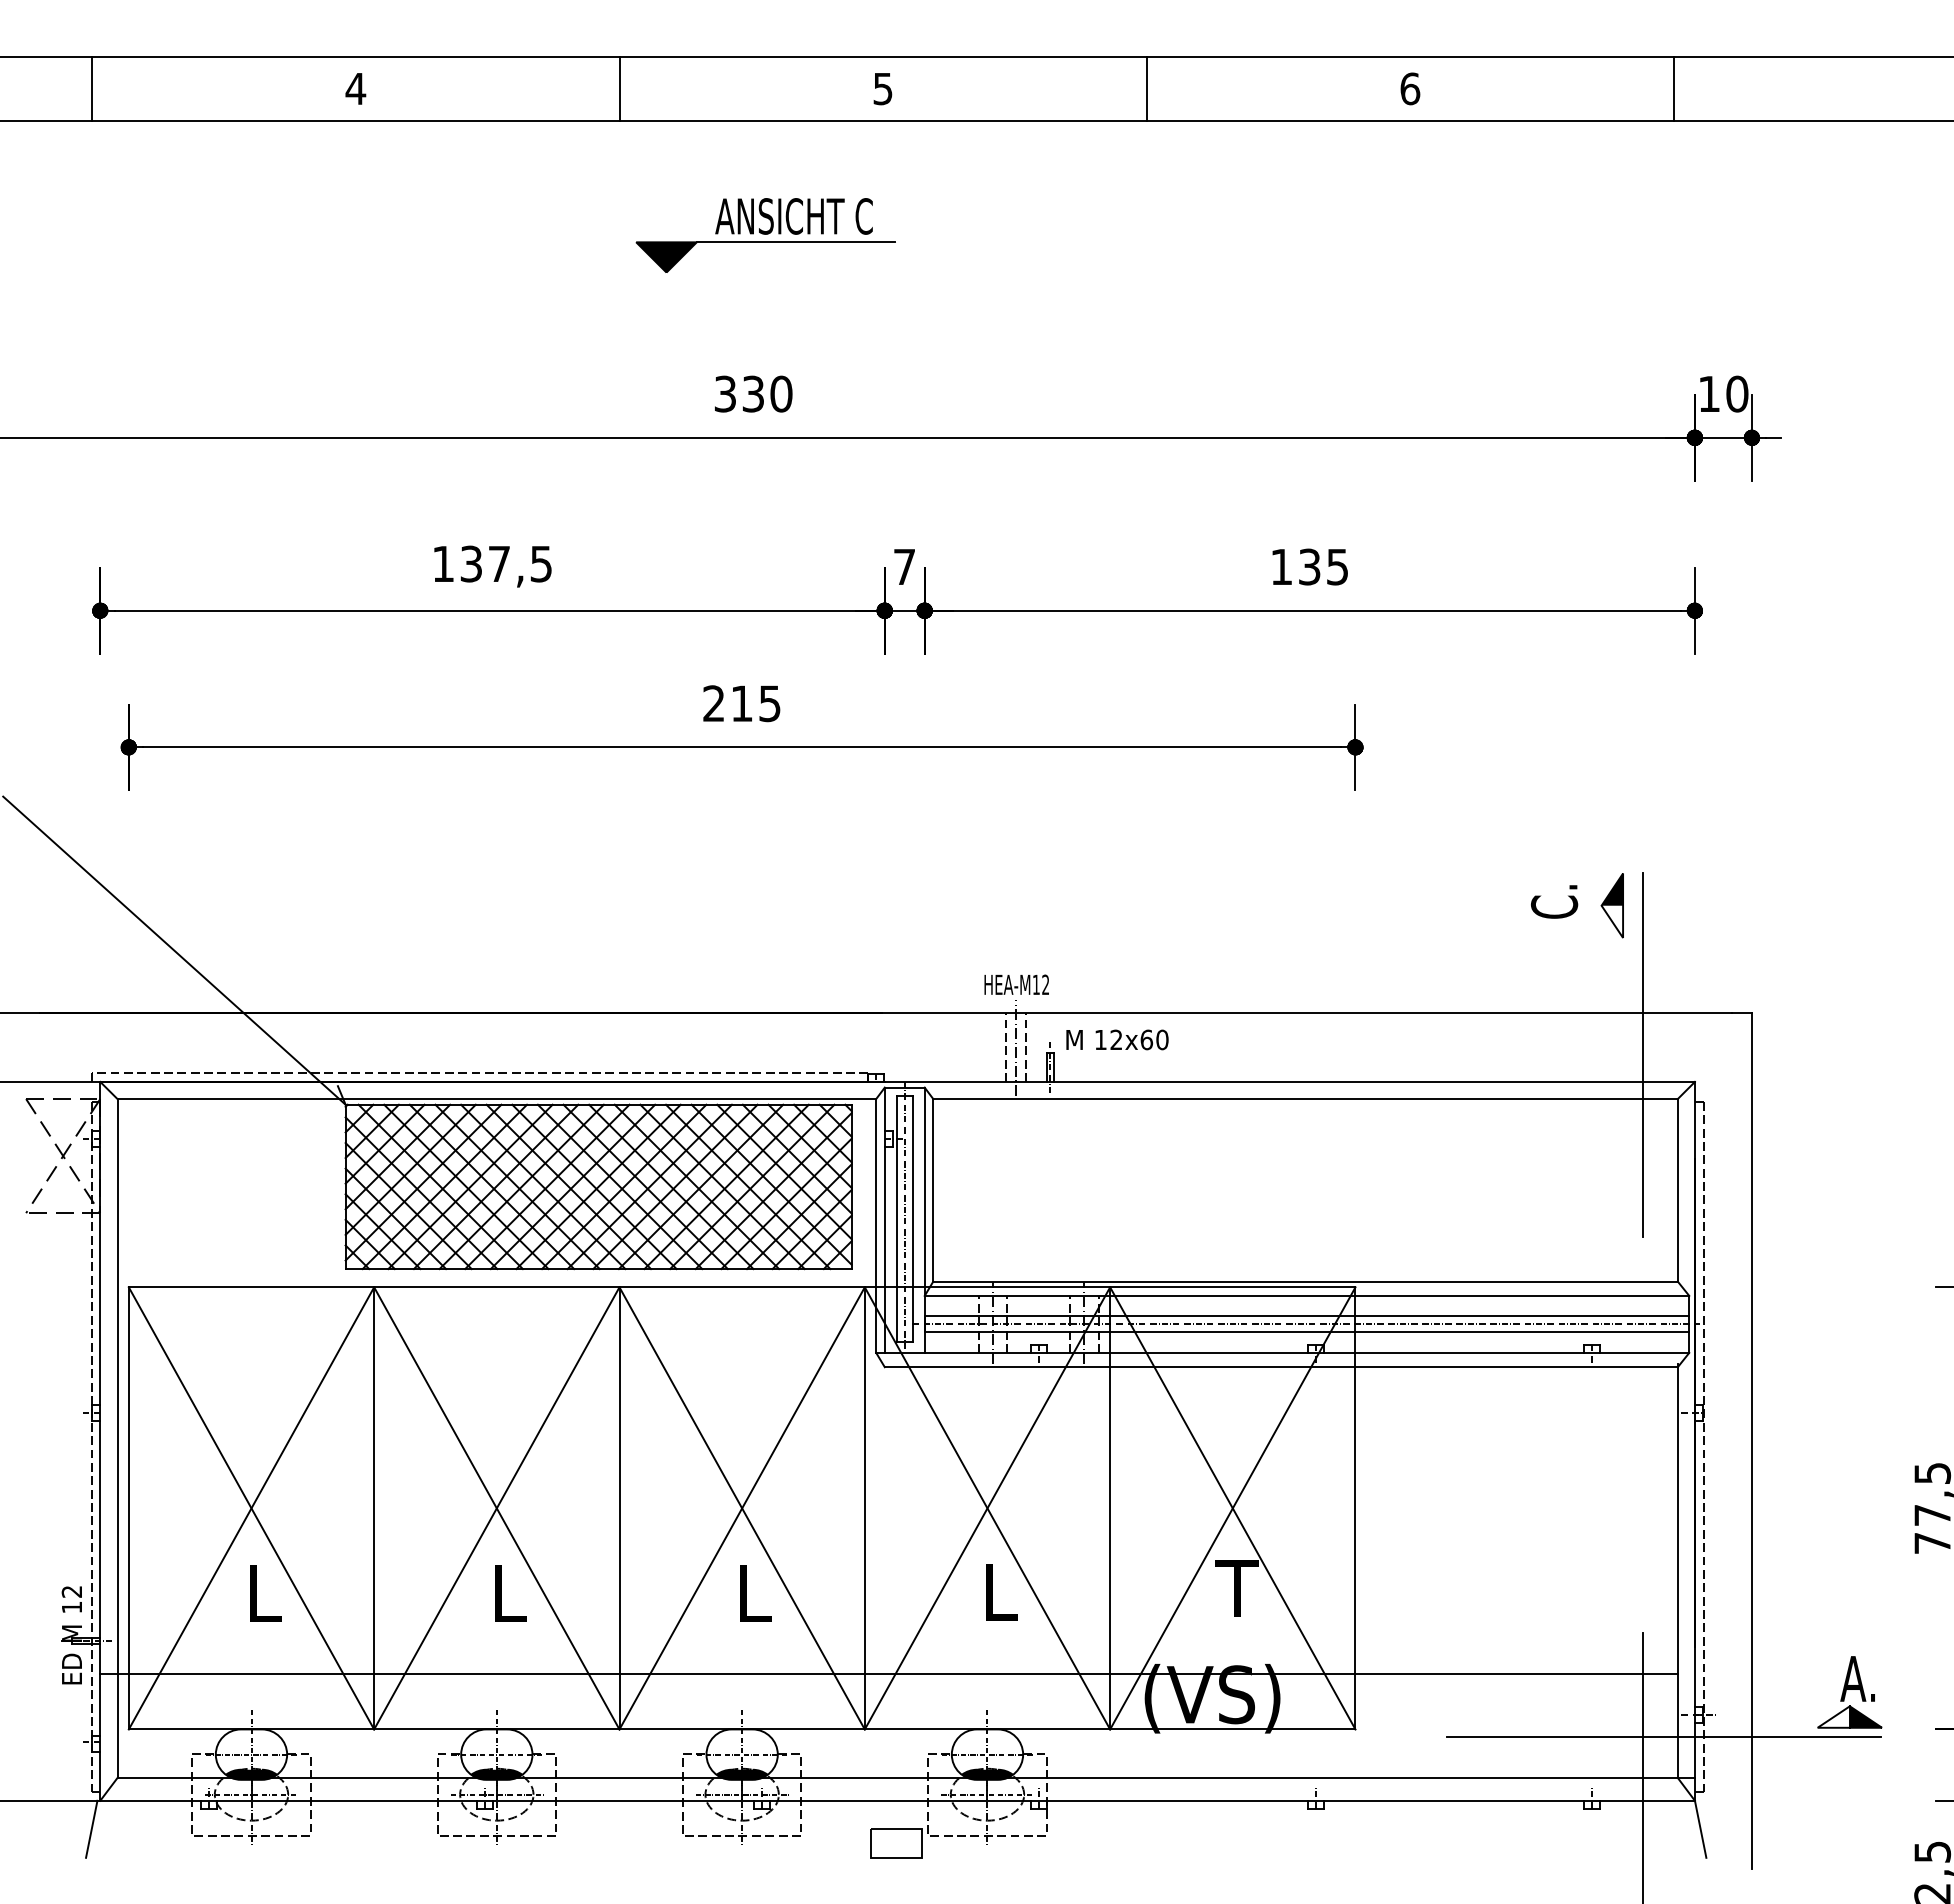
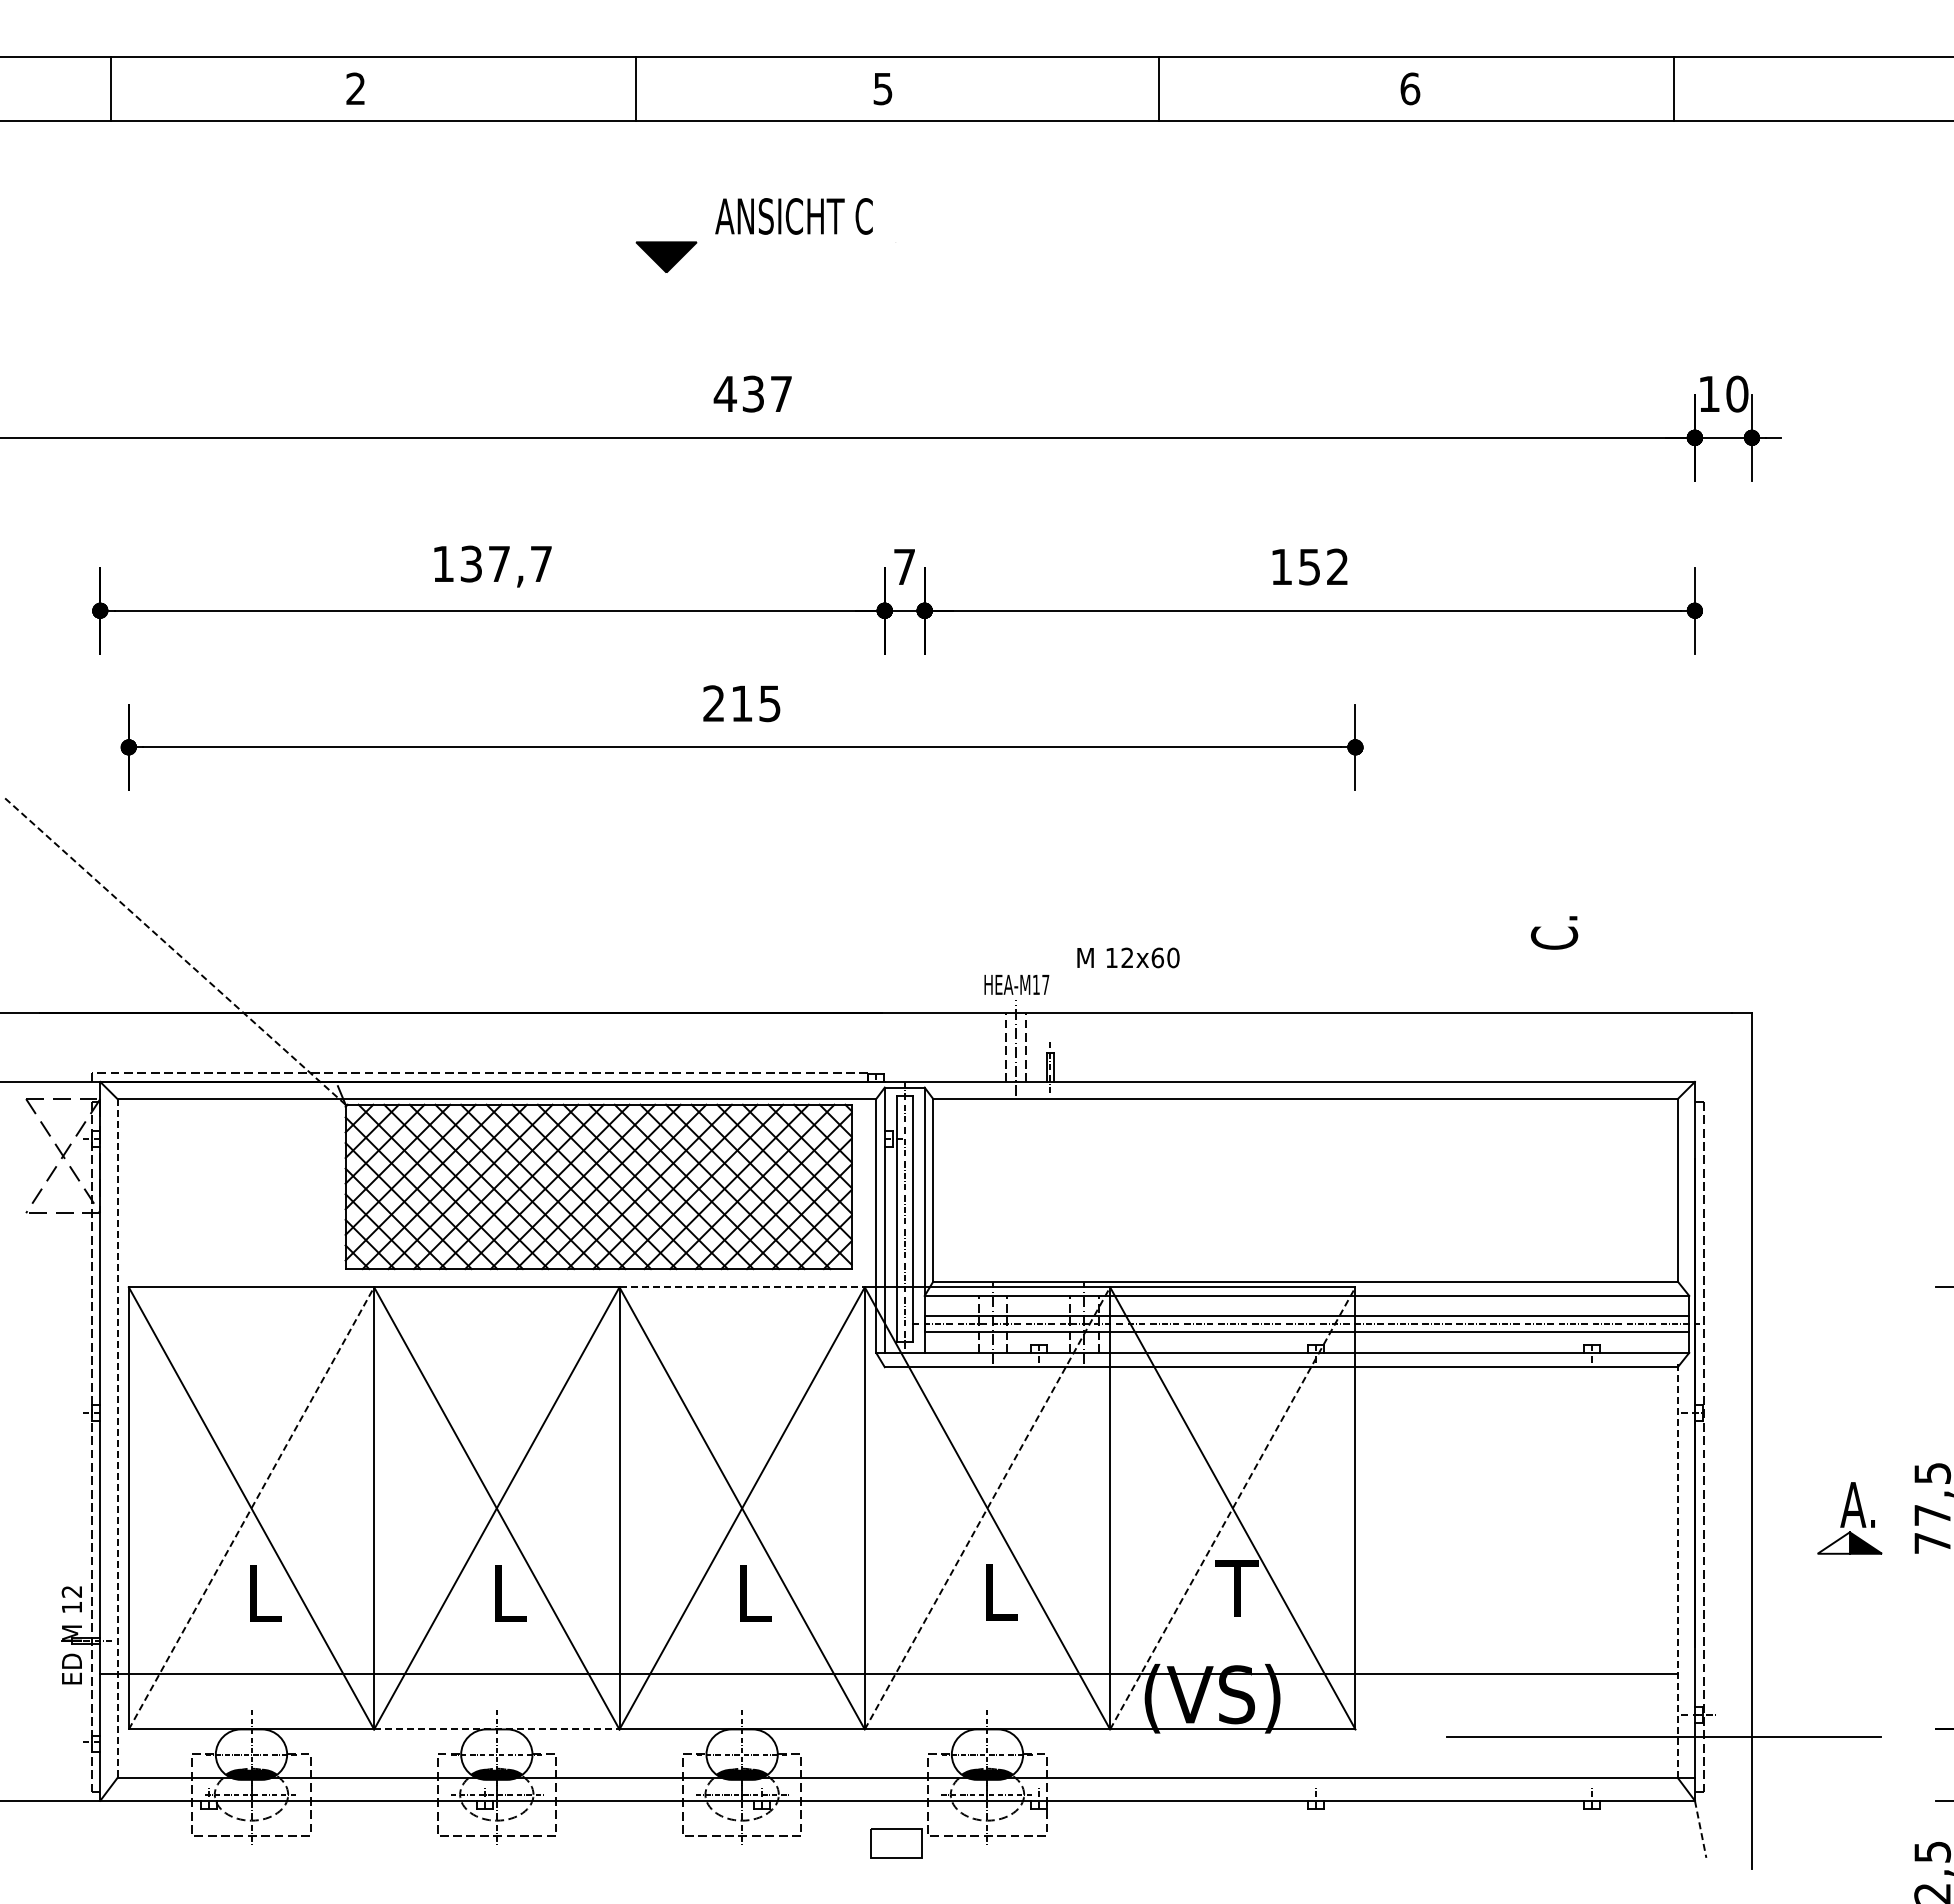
line at (92, 88) position: (92, 88) -> (111, 88)
text at (355, 88): 4 -> 2
line at (619, 88) position: (619, 88) -> (635, 88)
line at (1146, 88) position: (1146, 88) -> (1158, 88)
line at (795, 242): present -> none
text at (752, 393): 330 -> 437
text at (540, 564): 137,5 -> 137,7
text at (1323, 566): 135 -> 152
text at (1554, 901) position: (1554, 901) -> (1554, 932)
part at (1611, 905): present -> none
line at (174, 950): solid -> dashed
text at (1045, 984): HEA-M12 -> HEA-M17
text at (1117, 1039) position: (1117, 1039) -> (1128, 957)
line at (1642, 1054): present -> none
line at (742, 1287): solid -> dashed
line at (117, 1439): solid -> dashed
line at (251, 1508): solid -> dashed
line at (987, 1508): solid -> dashed
line at (1232, 1508): solid -> dashed
line at (1677, 1571): solid -> dashed
part at (1849, 1692) position: (1849, 1692) -> (1849, 1518)
line at (496, 1729): solid -> dashed
line at (1642, 1766): present -> none
line at (91, 1828): present -> none
line at (1700, 1829): solid -> dashed
